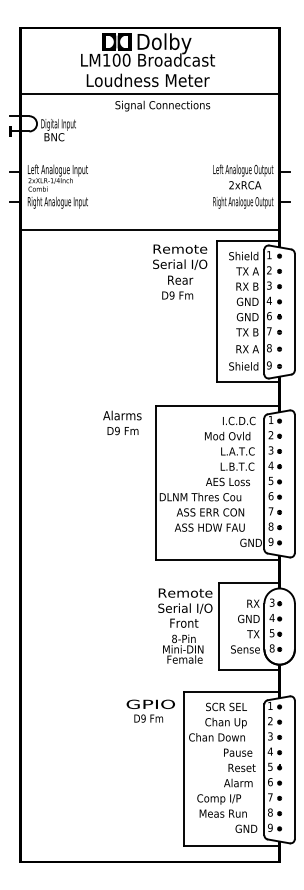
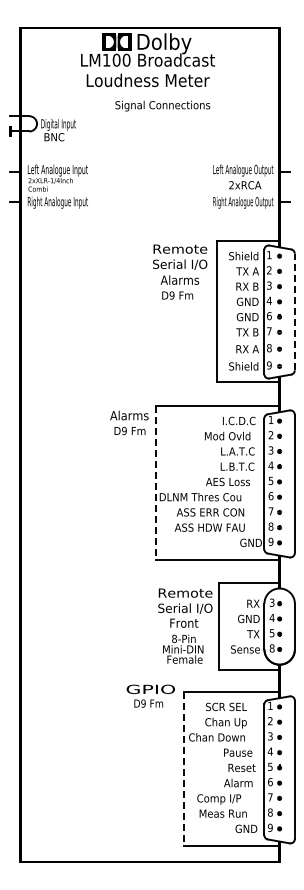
line at (149, 94): present -> none
line at (149, 230): present -> none
text at (179, 279): Rear -> Alarms
line at (294, 311): solid -> dashed
text at (122, 422) position: (122, 422) -> (129, 422)
line at (155, 483): solid -> dashed
text at (150, 710) position: (150, 710) -> (150, 695)
line at (183, 769): solid -> dashed
